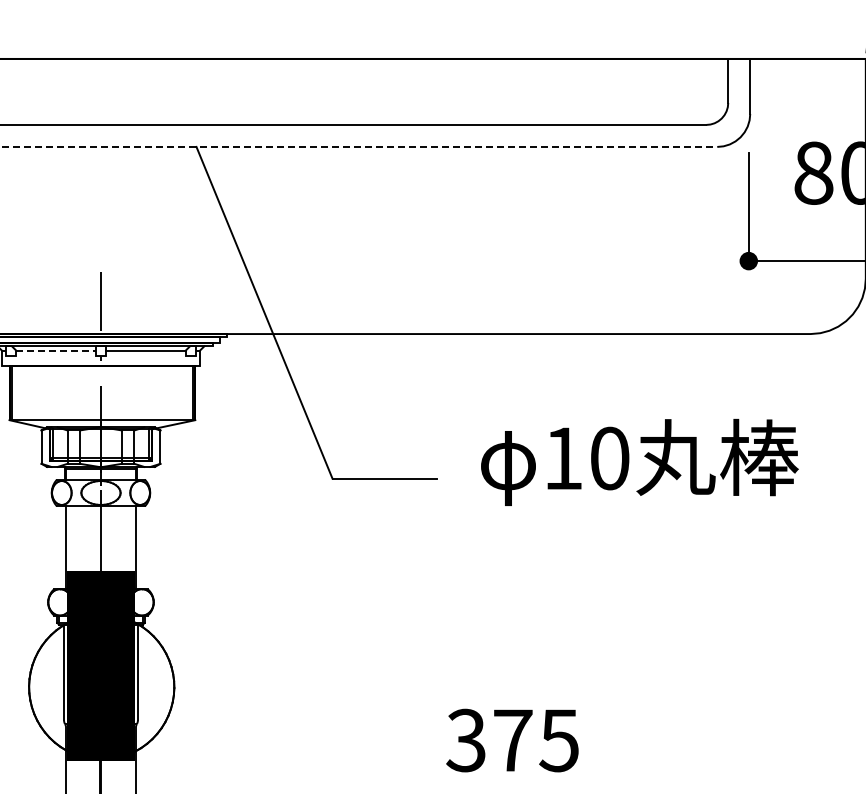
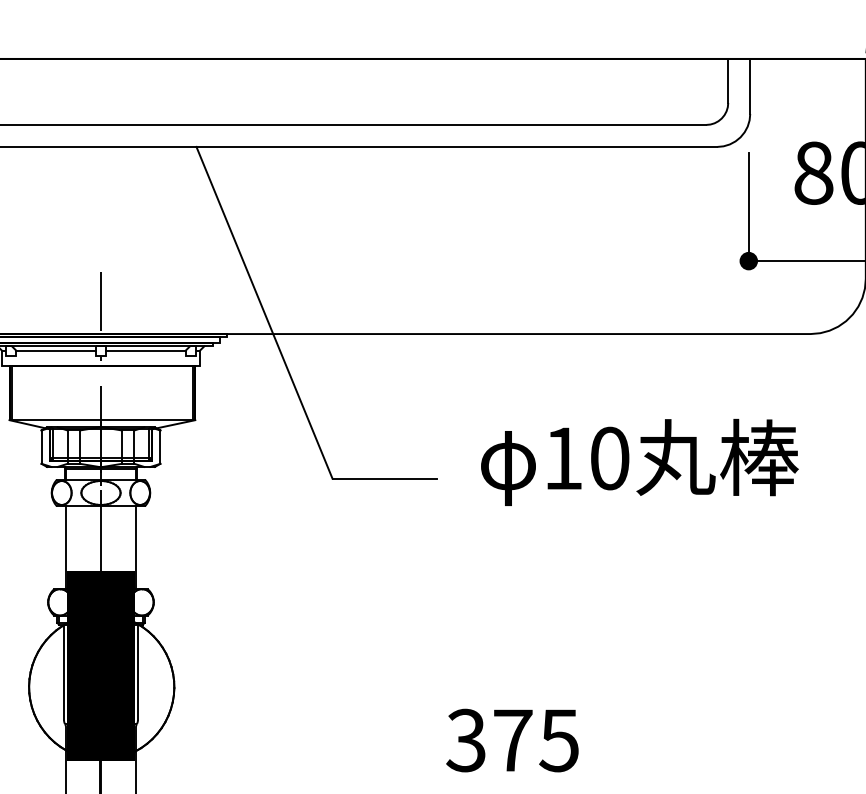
line at (359, 146): dashed -> solid
line at (56, 350): dashed -> solid
